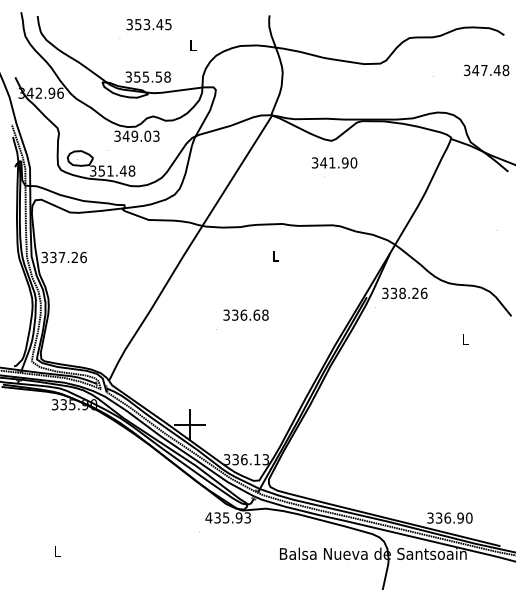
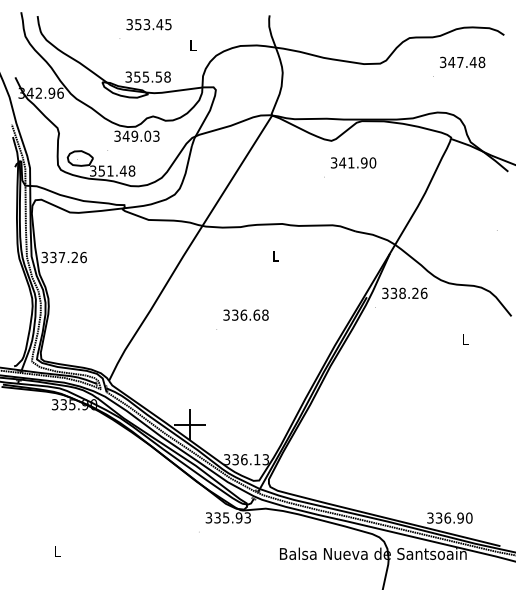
text at (486, 70) position: (486, 70) -> (462, 62)
text at (334, 162) position: (334, 162) -> (353, 162)
text at (208, 517): 435.93 -> 335.93
